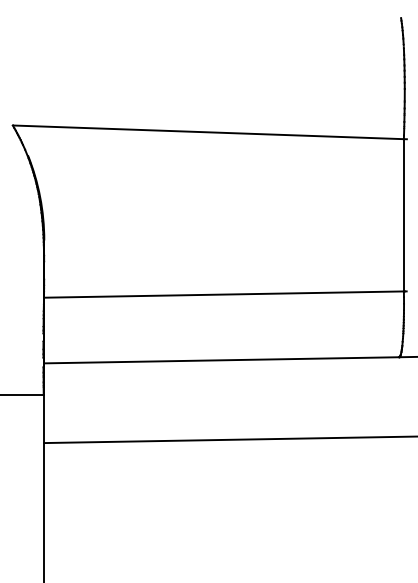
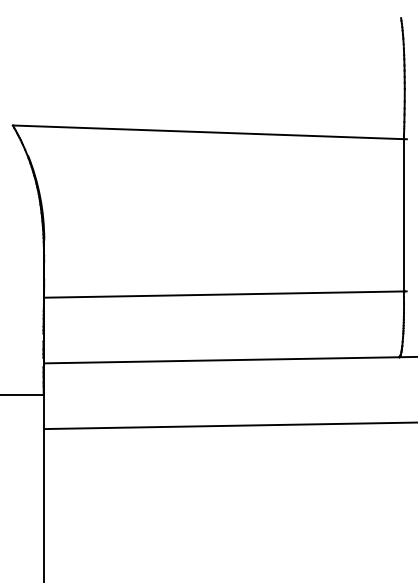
line at (229, 439) position: (229, 439) -> (229, 425)
